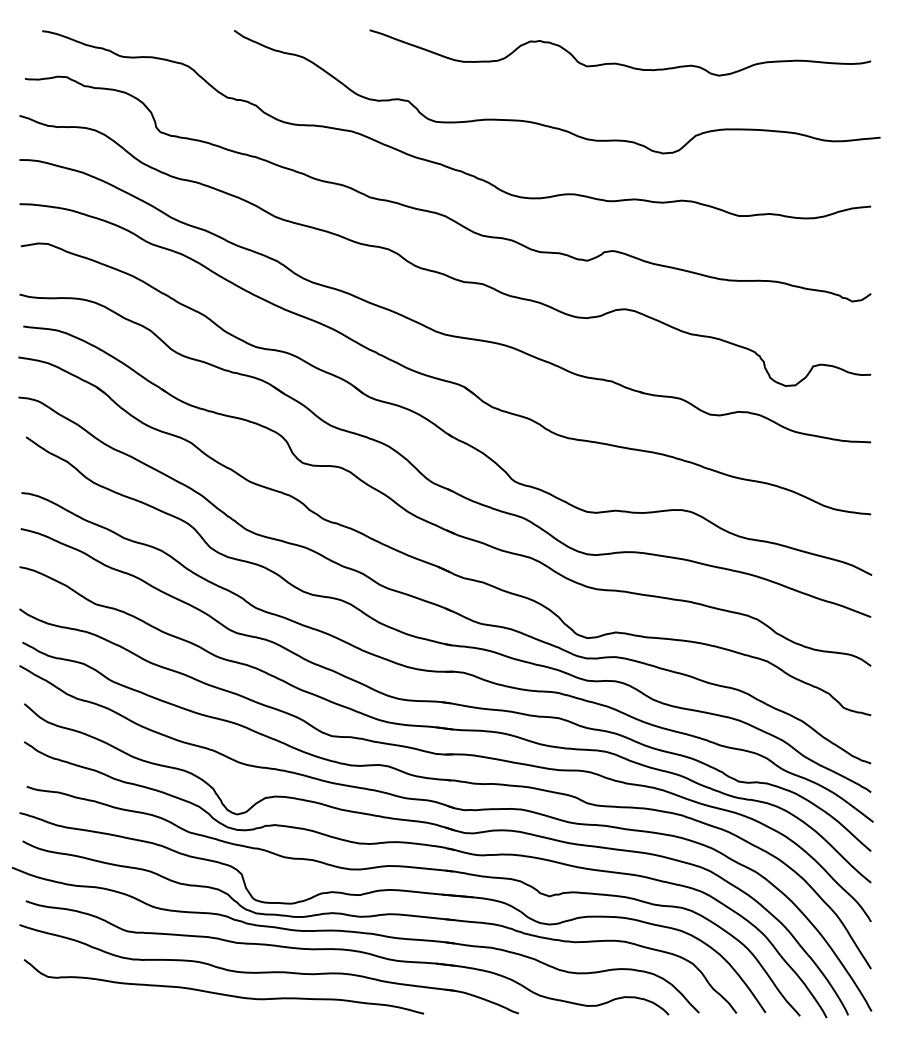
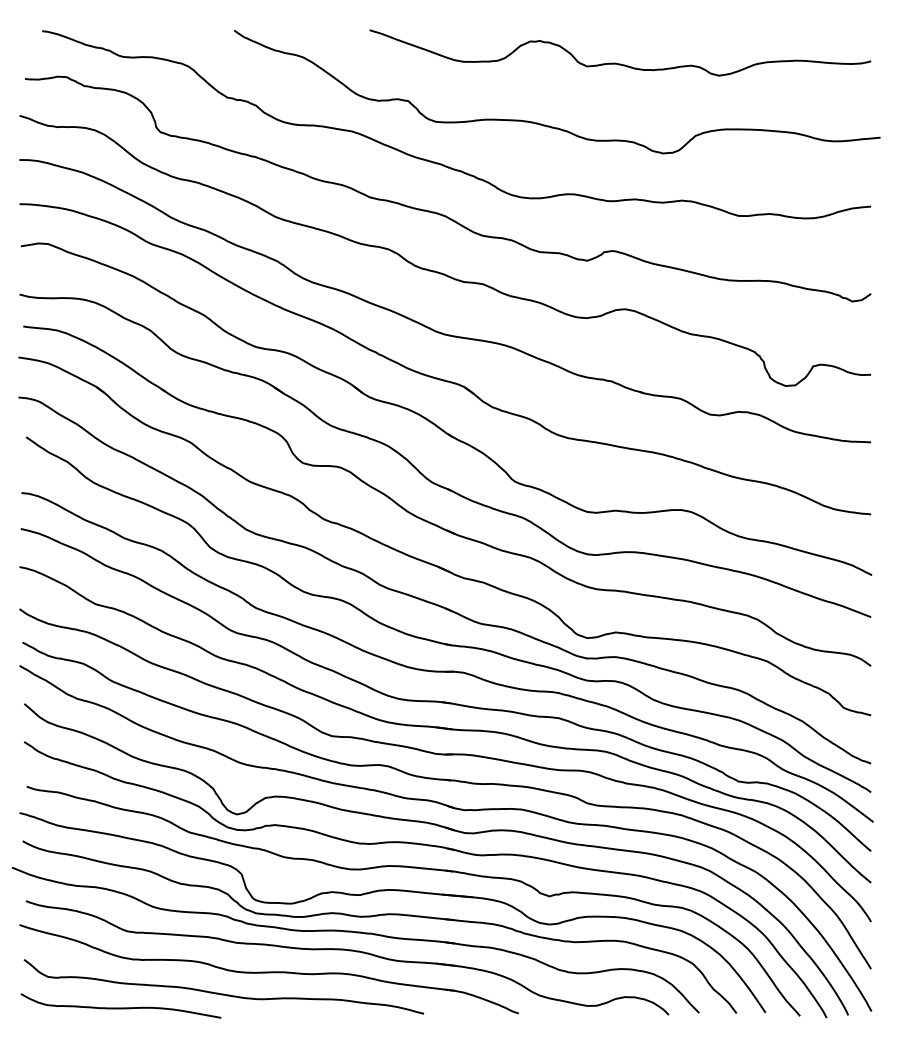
curve at (120, 1007): none -> present
